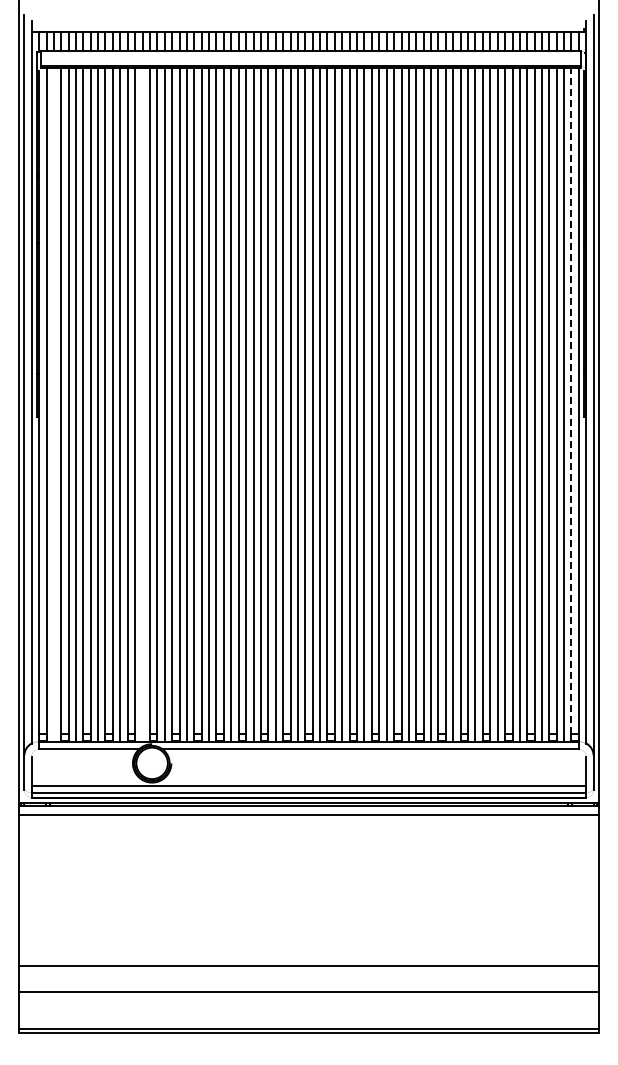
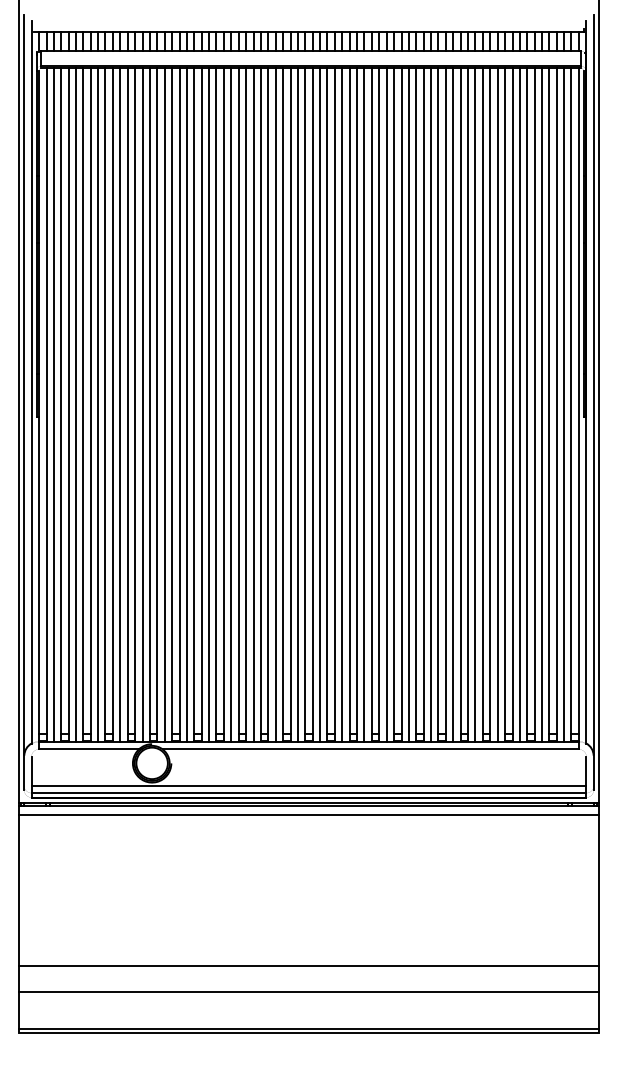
line at (571, 401): dashed -> solid
line at (53, 404): none -> present
line at (142, 404): none -> present
